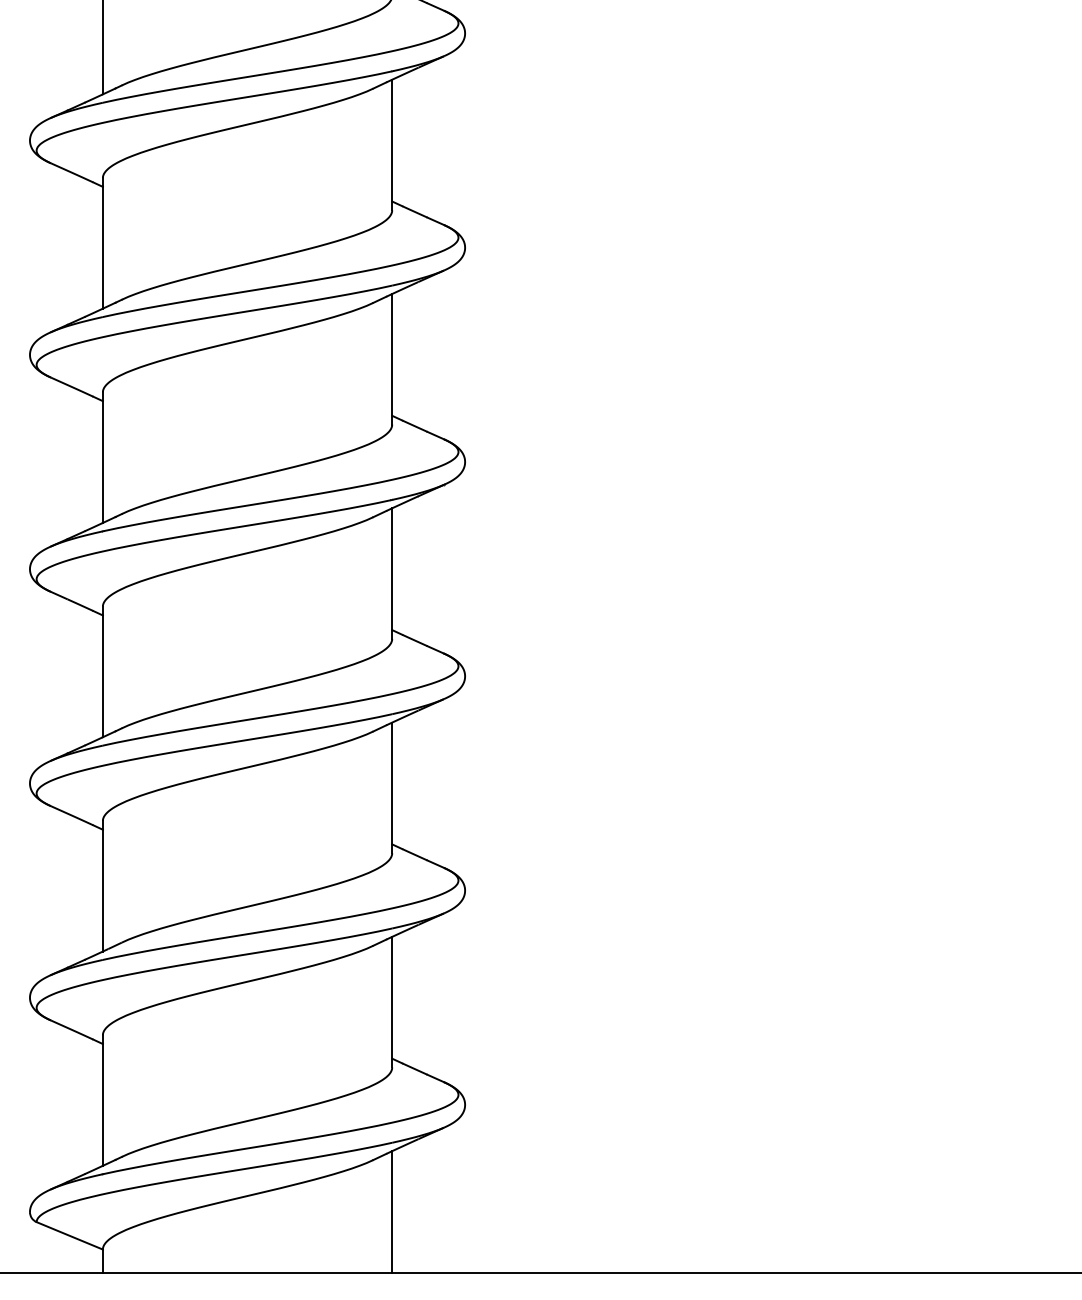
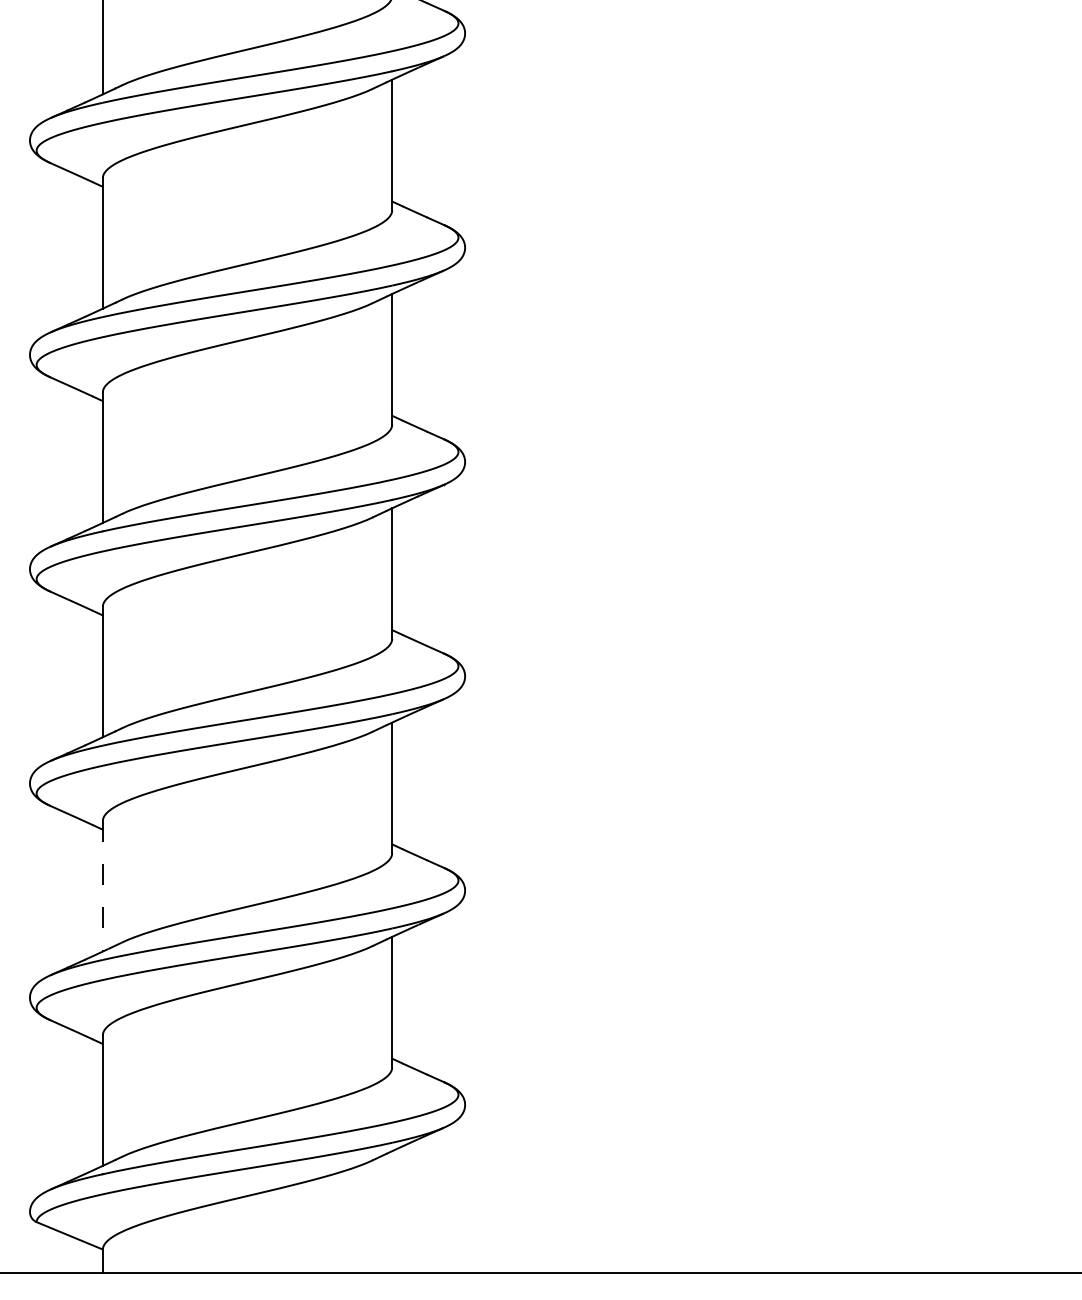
line at (102, 886): solid -> dashed
line at (392, 1212): present -> none
